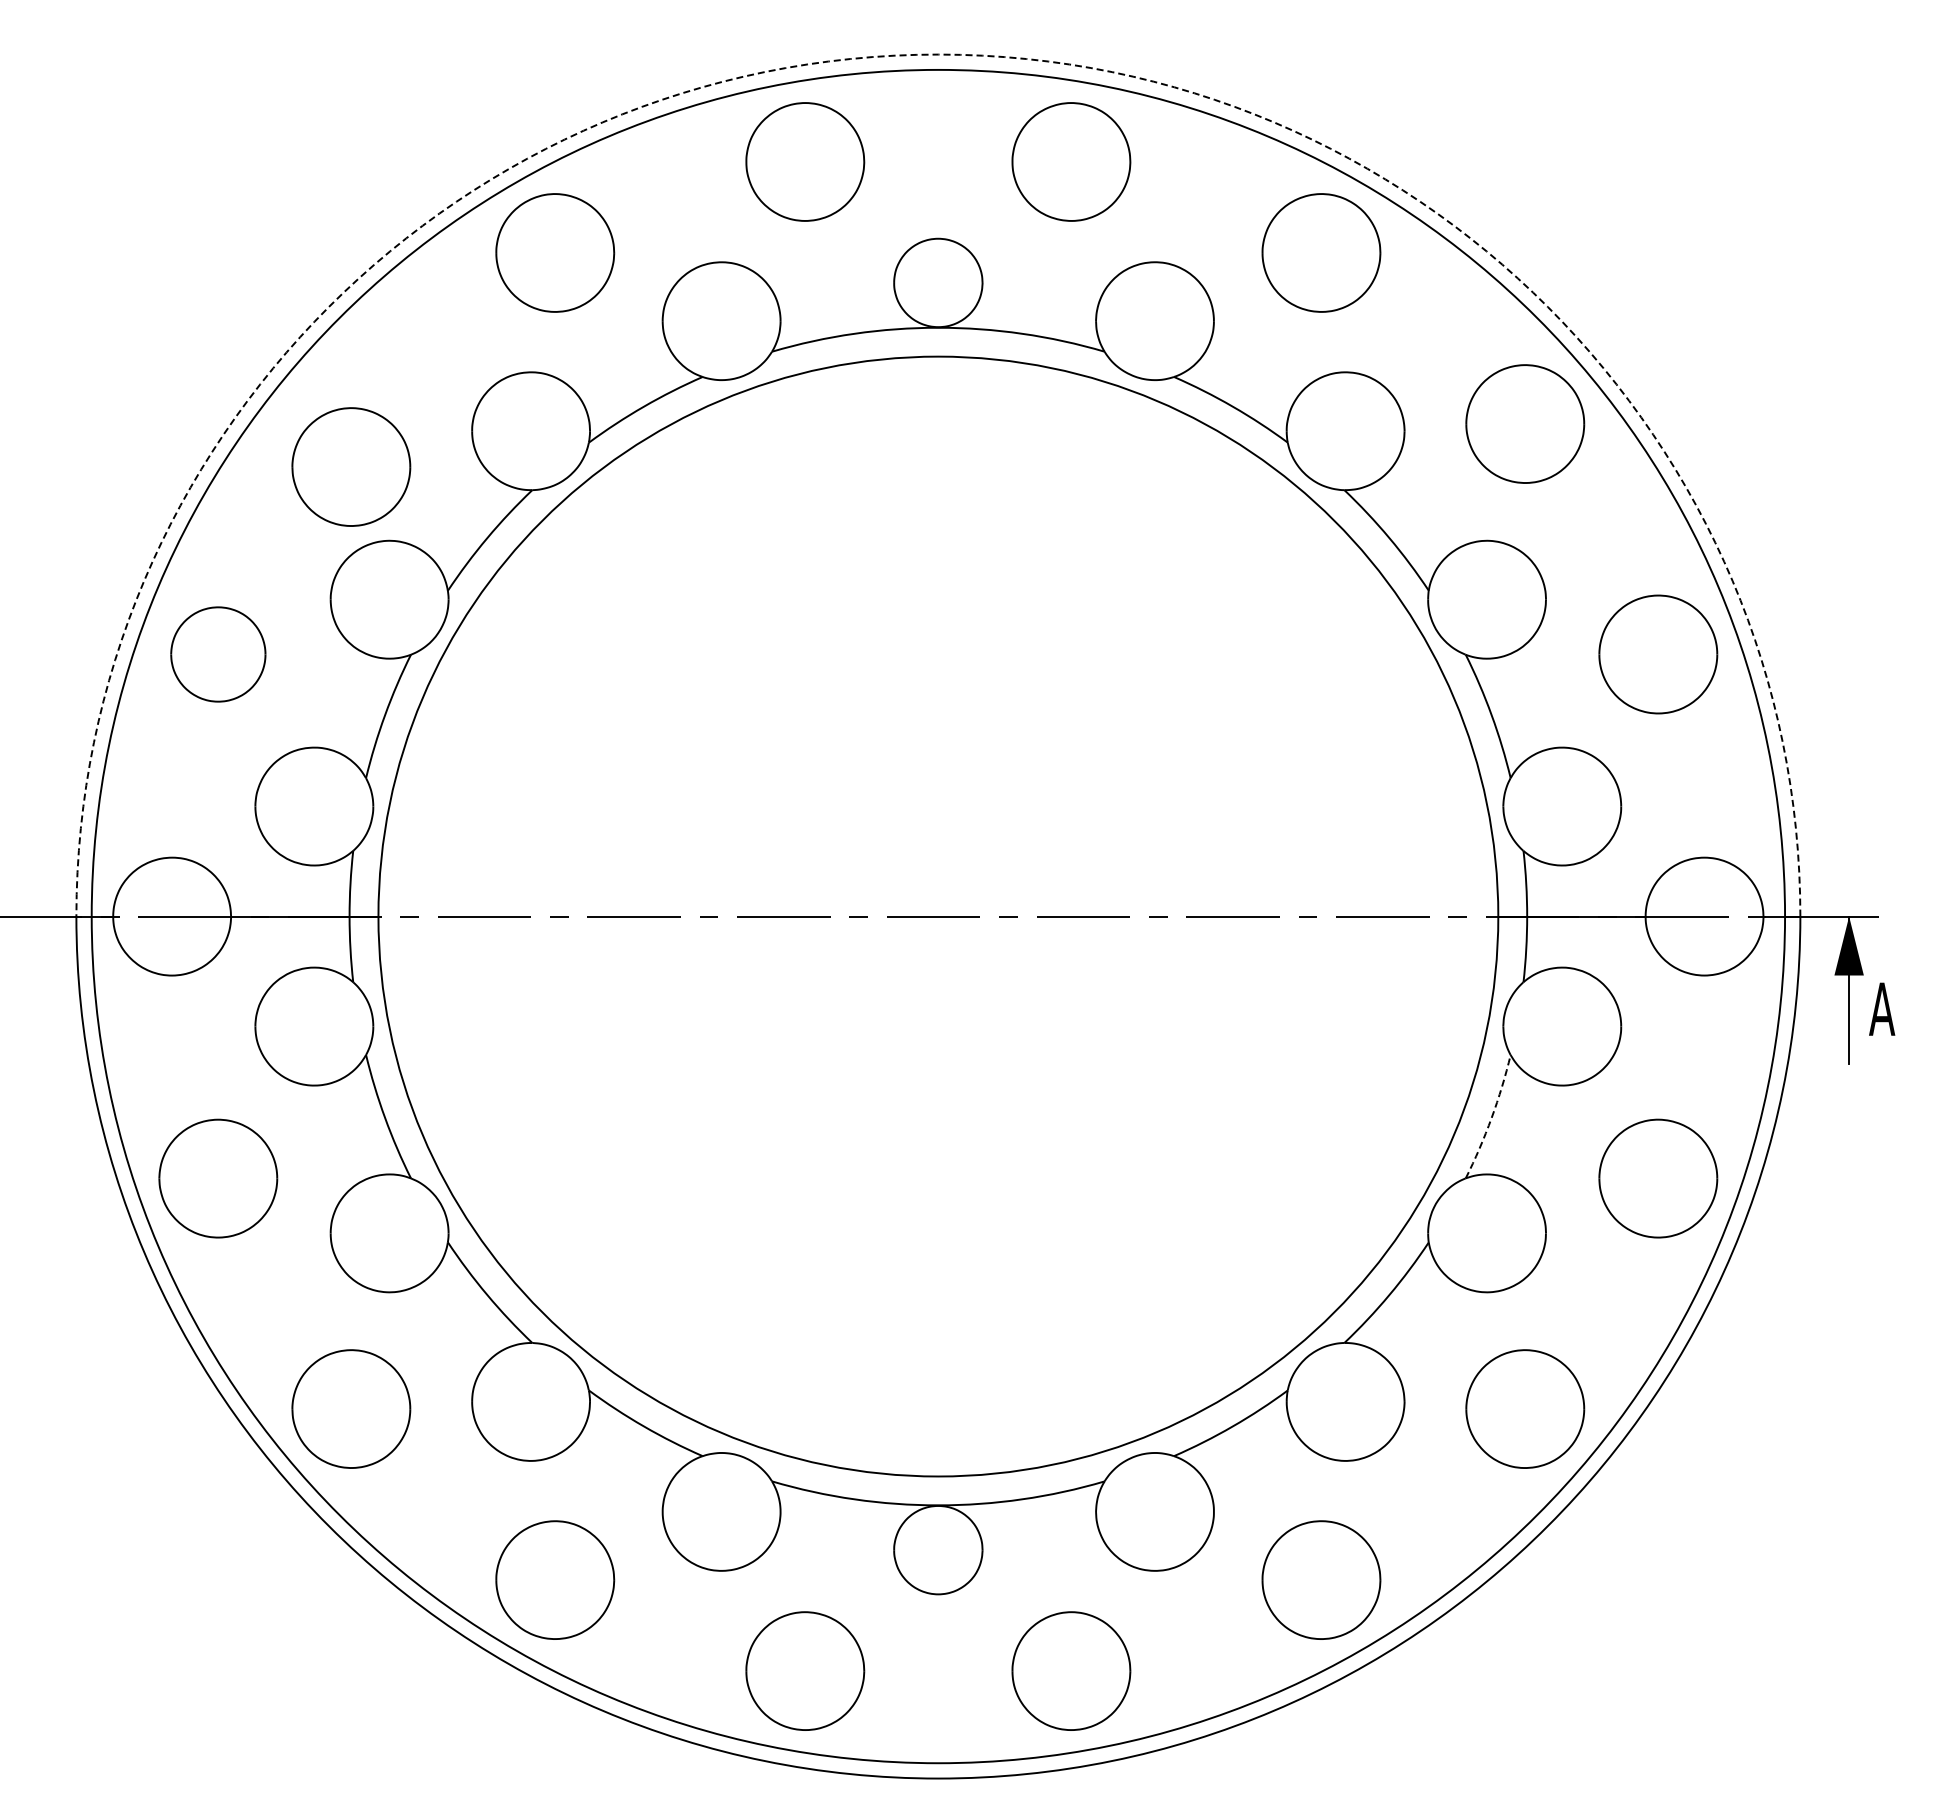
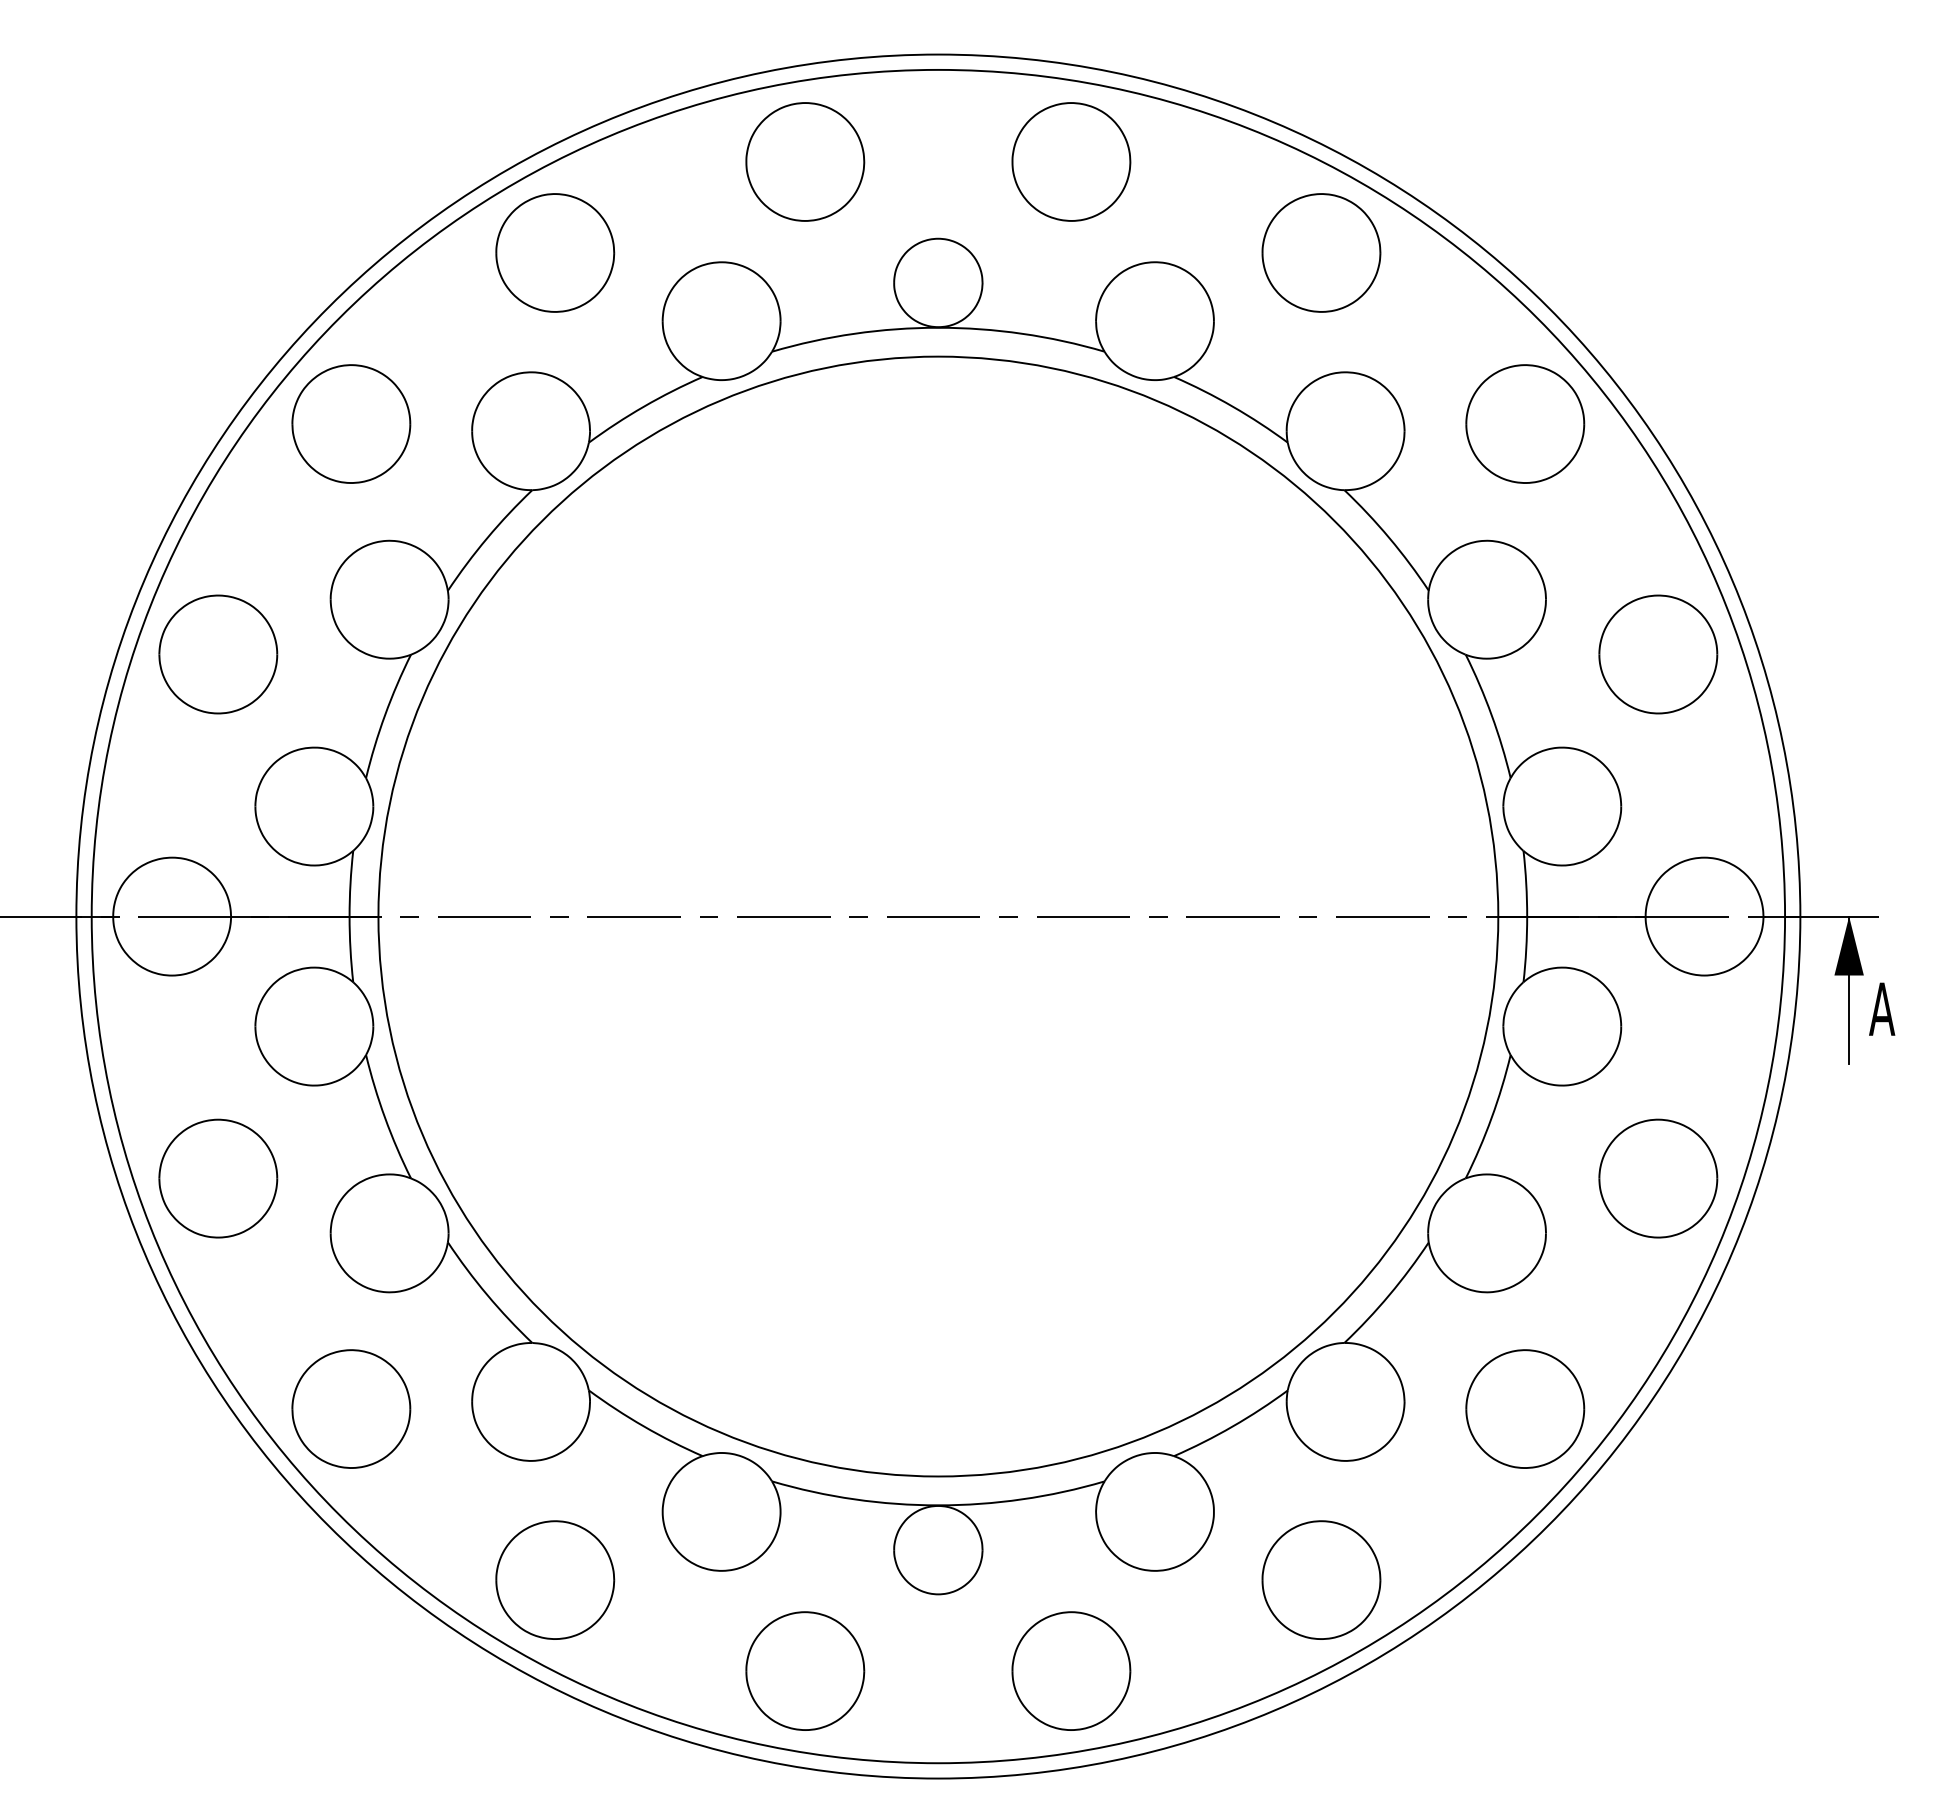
arc at (938, 54): dashed -> solid
part at (351, 466) position: (351, 466) -> (351, 423)
part at (218, 654) size: 97x97 px -> 121x121 px
arc at (1491, 1117): dashed -> solid
